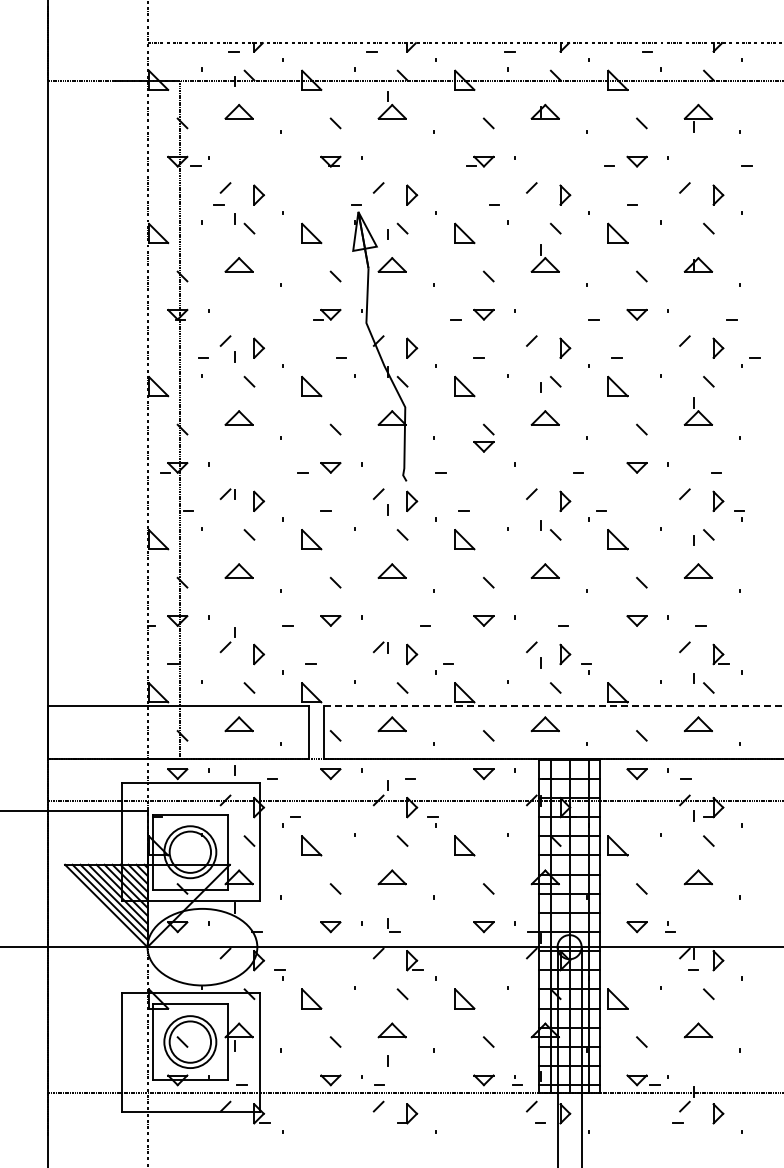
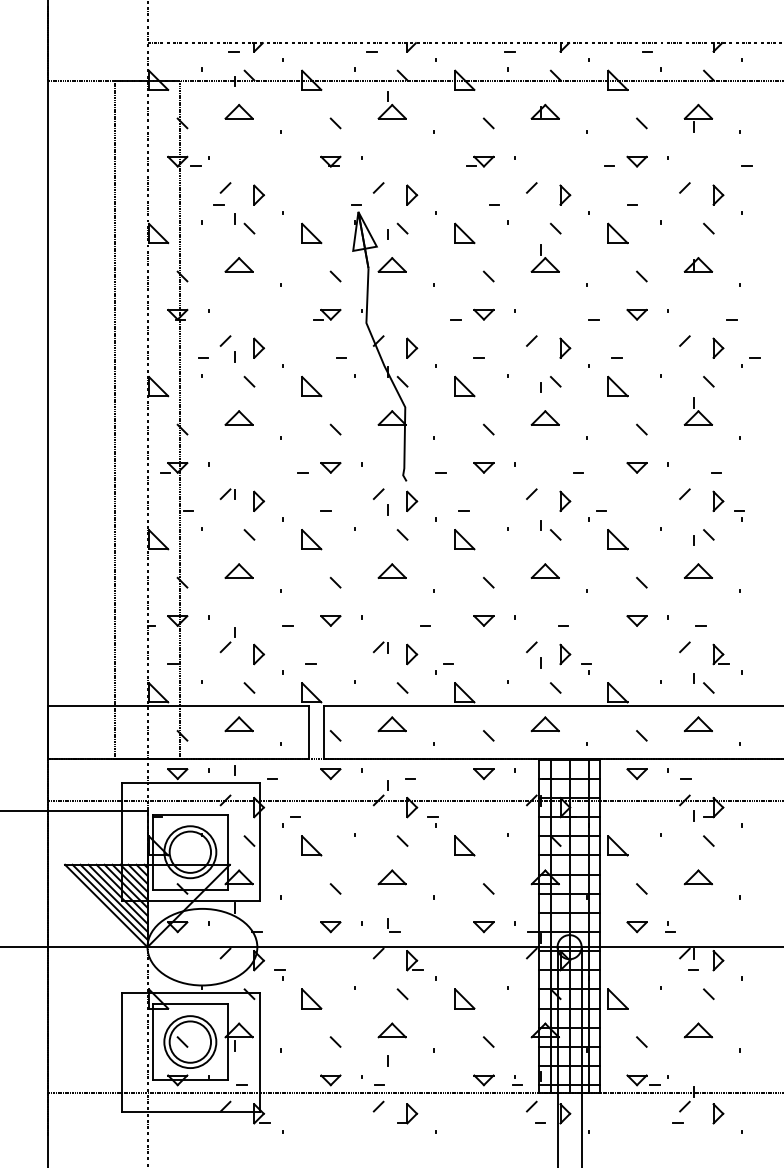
line at (115, 419): none -> present
part at (483, 446) position: (483, 446) -> (483, 467)
line at (553, 706): dashed -> solid
